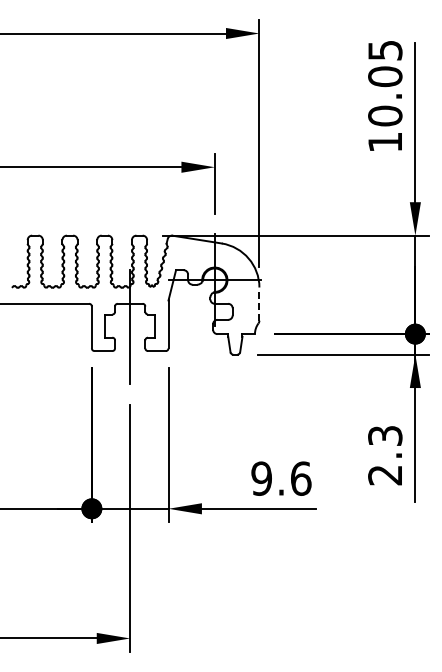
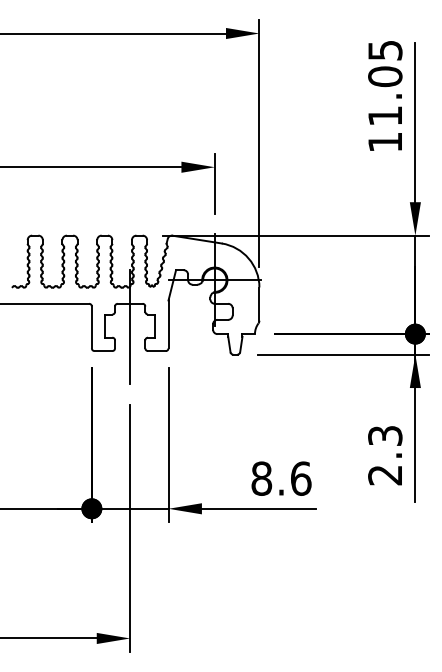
text at (385, 115): 10.05 -> 11.05
line at (259, 304): dashed -> solid
text at (261, 478): 9.6 -> 8.6
